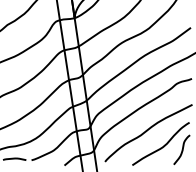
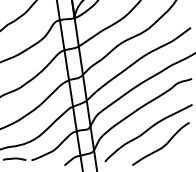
curve at (181, 149): present -> none
